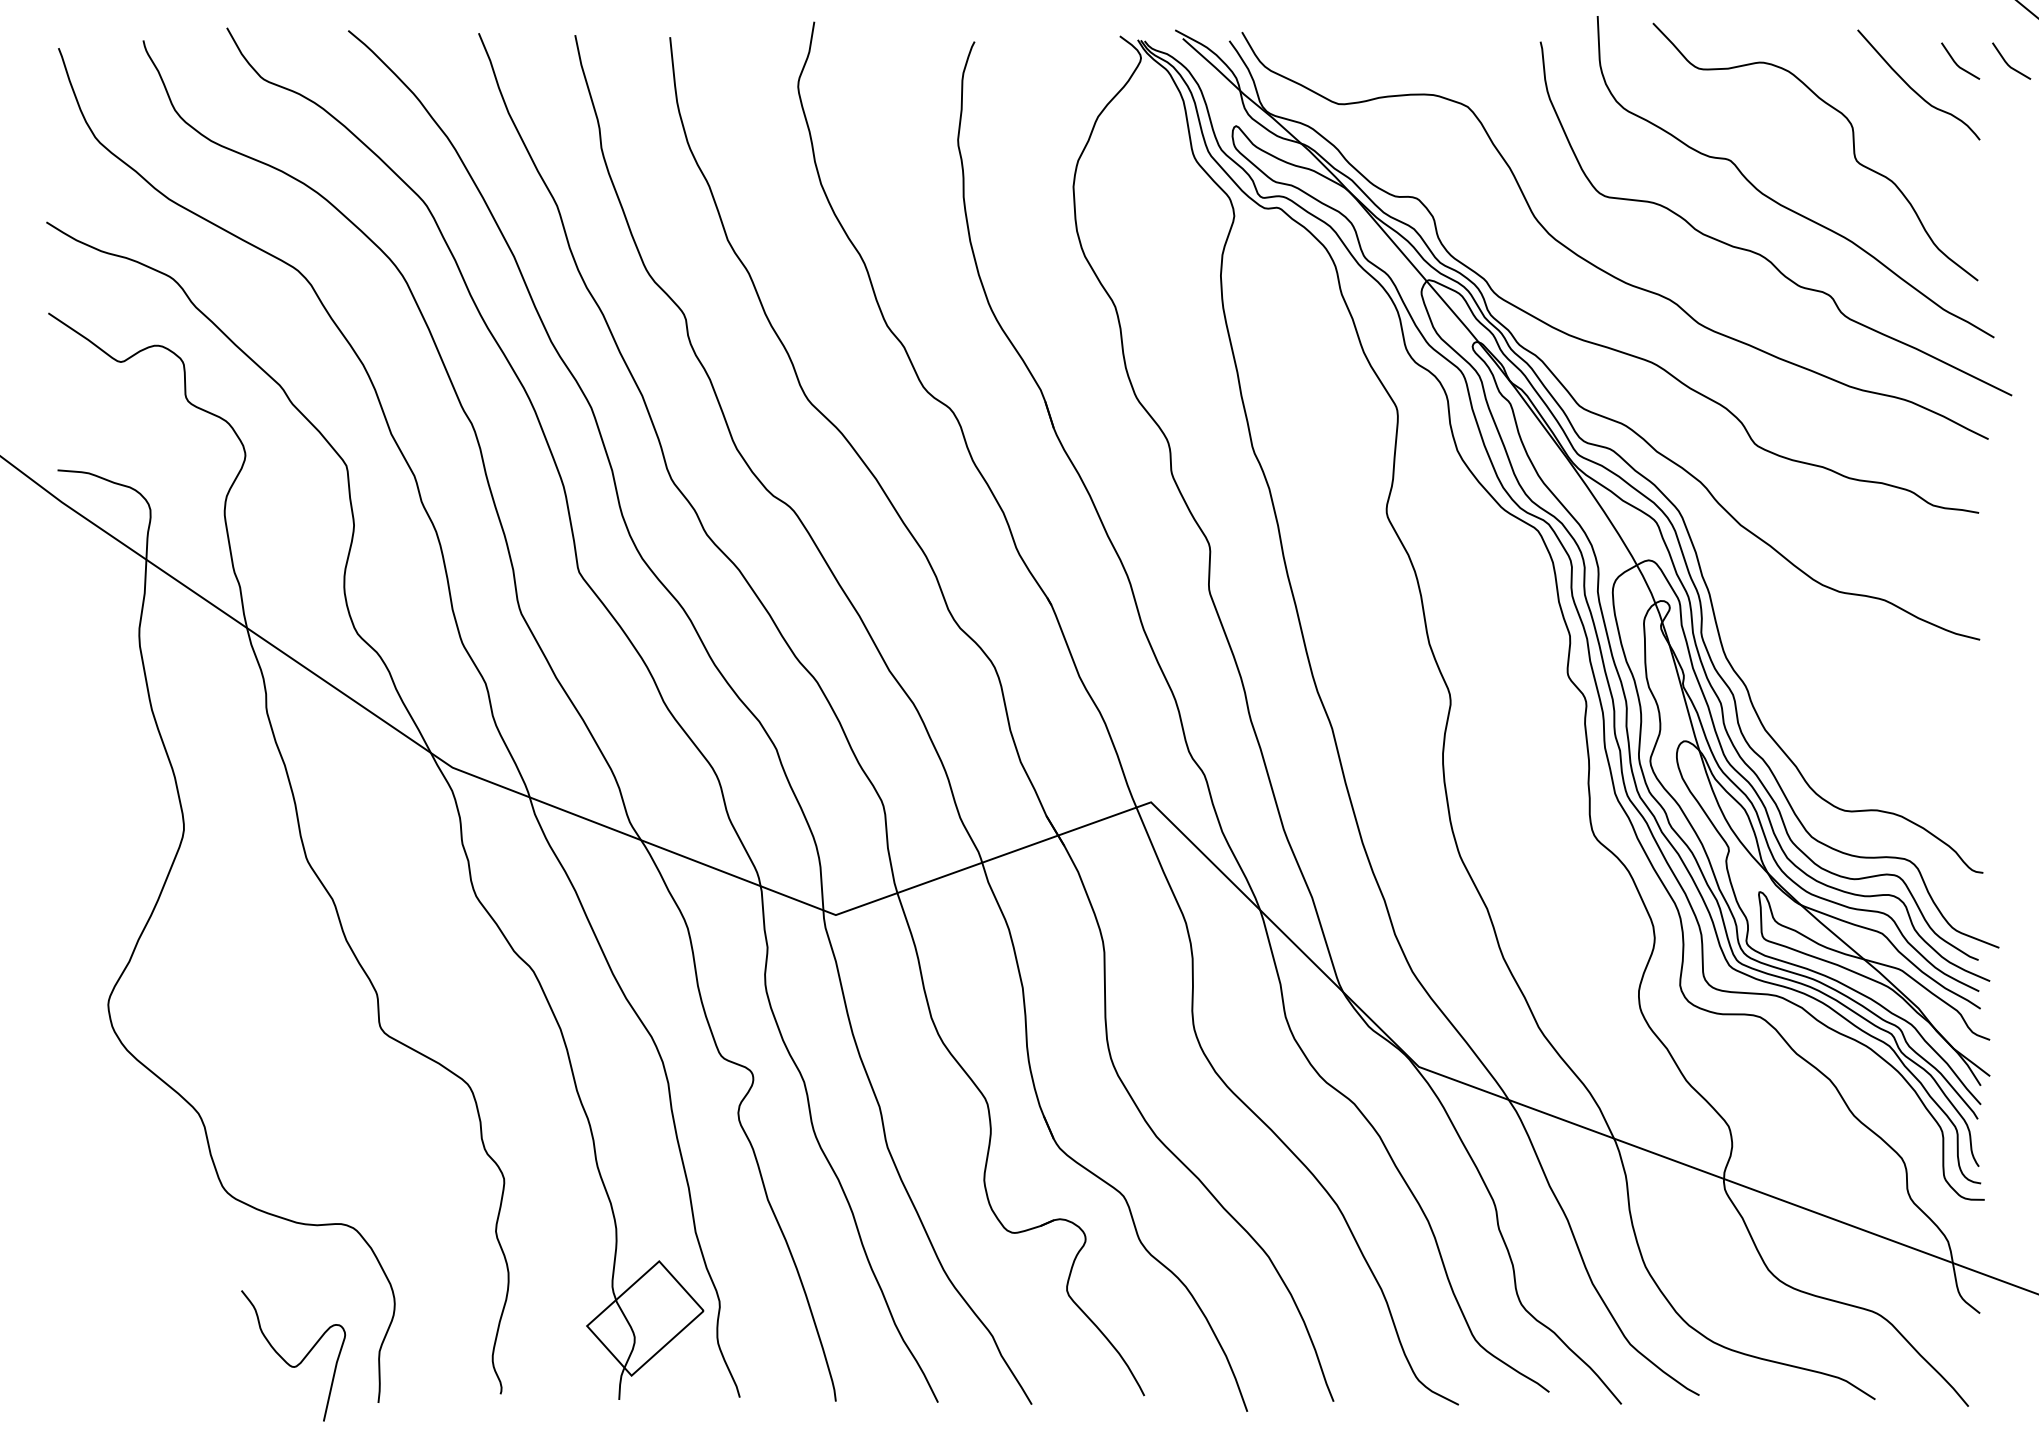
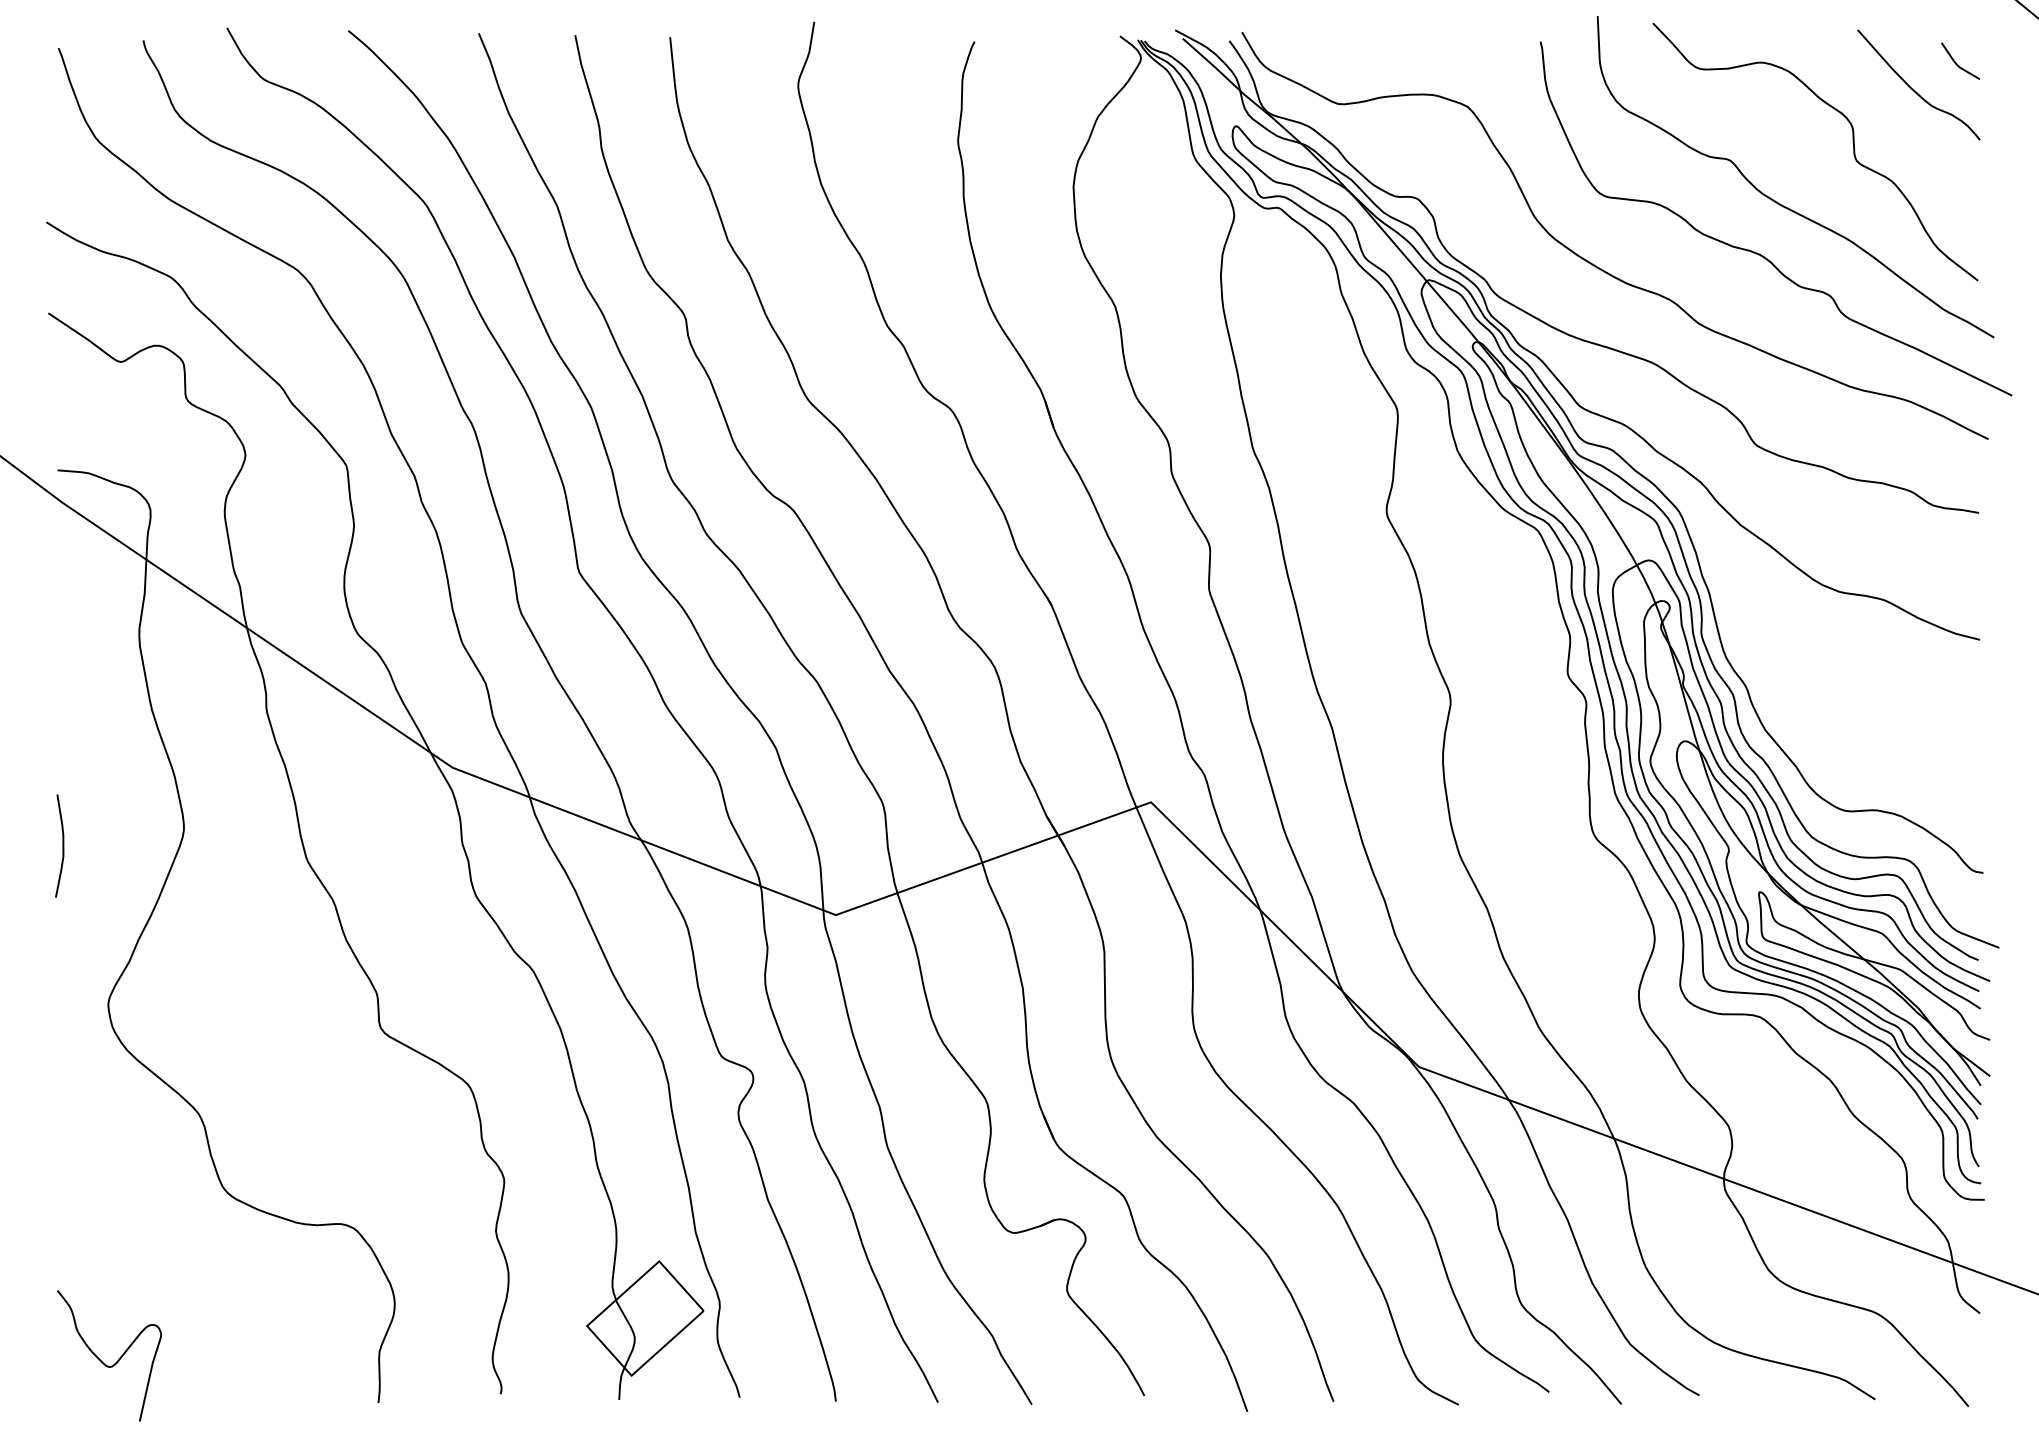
line at (2008, 63): present -> none
curve at (62, 845): none -> present
curve at (289, 1363) position: (289, 1363) -> (105, 1363)
